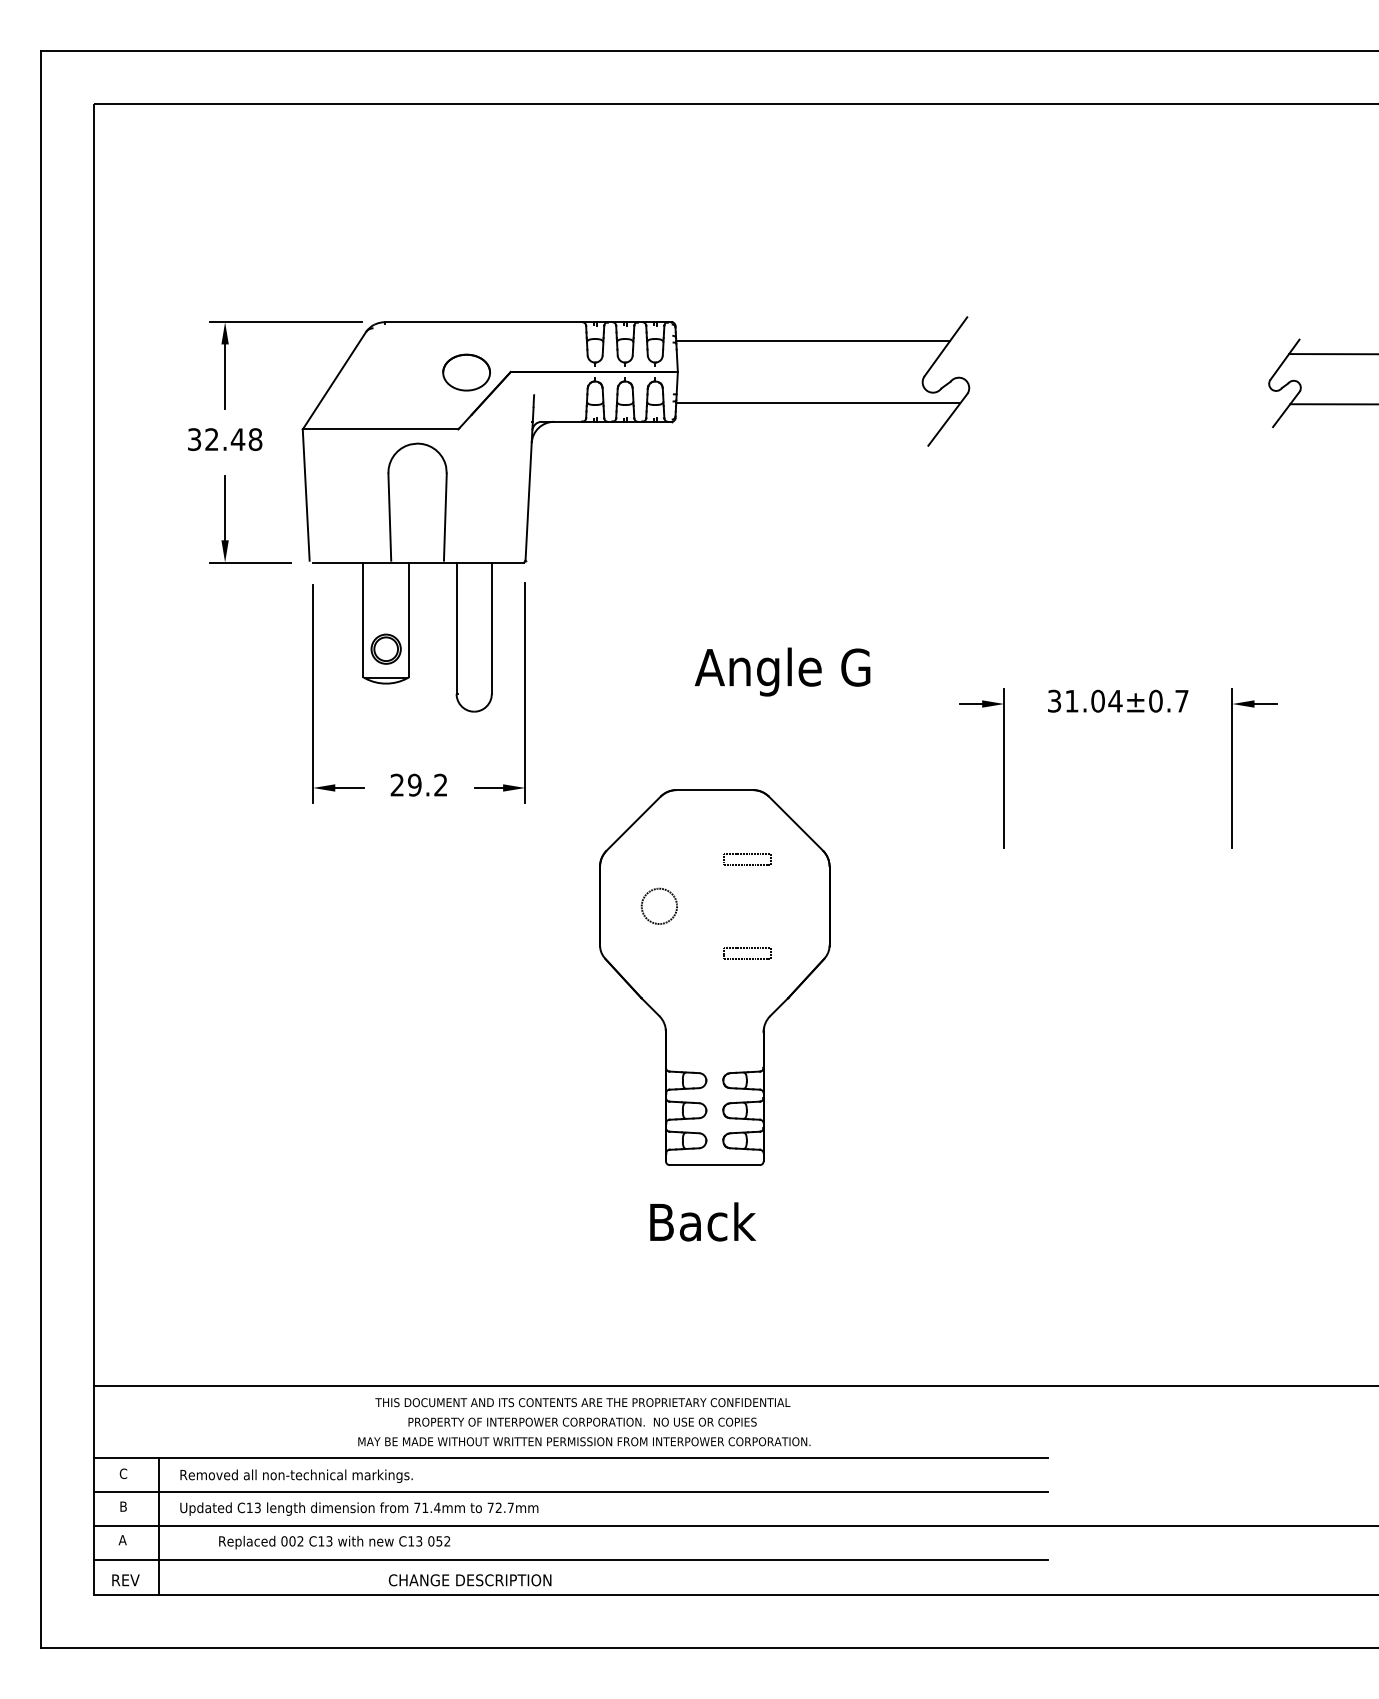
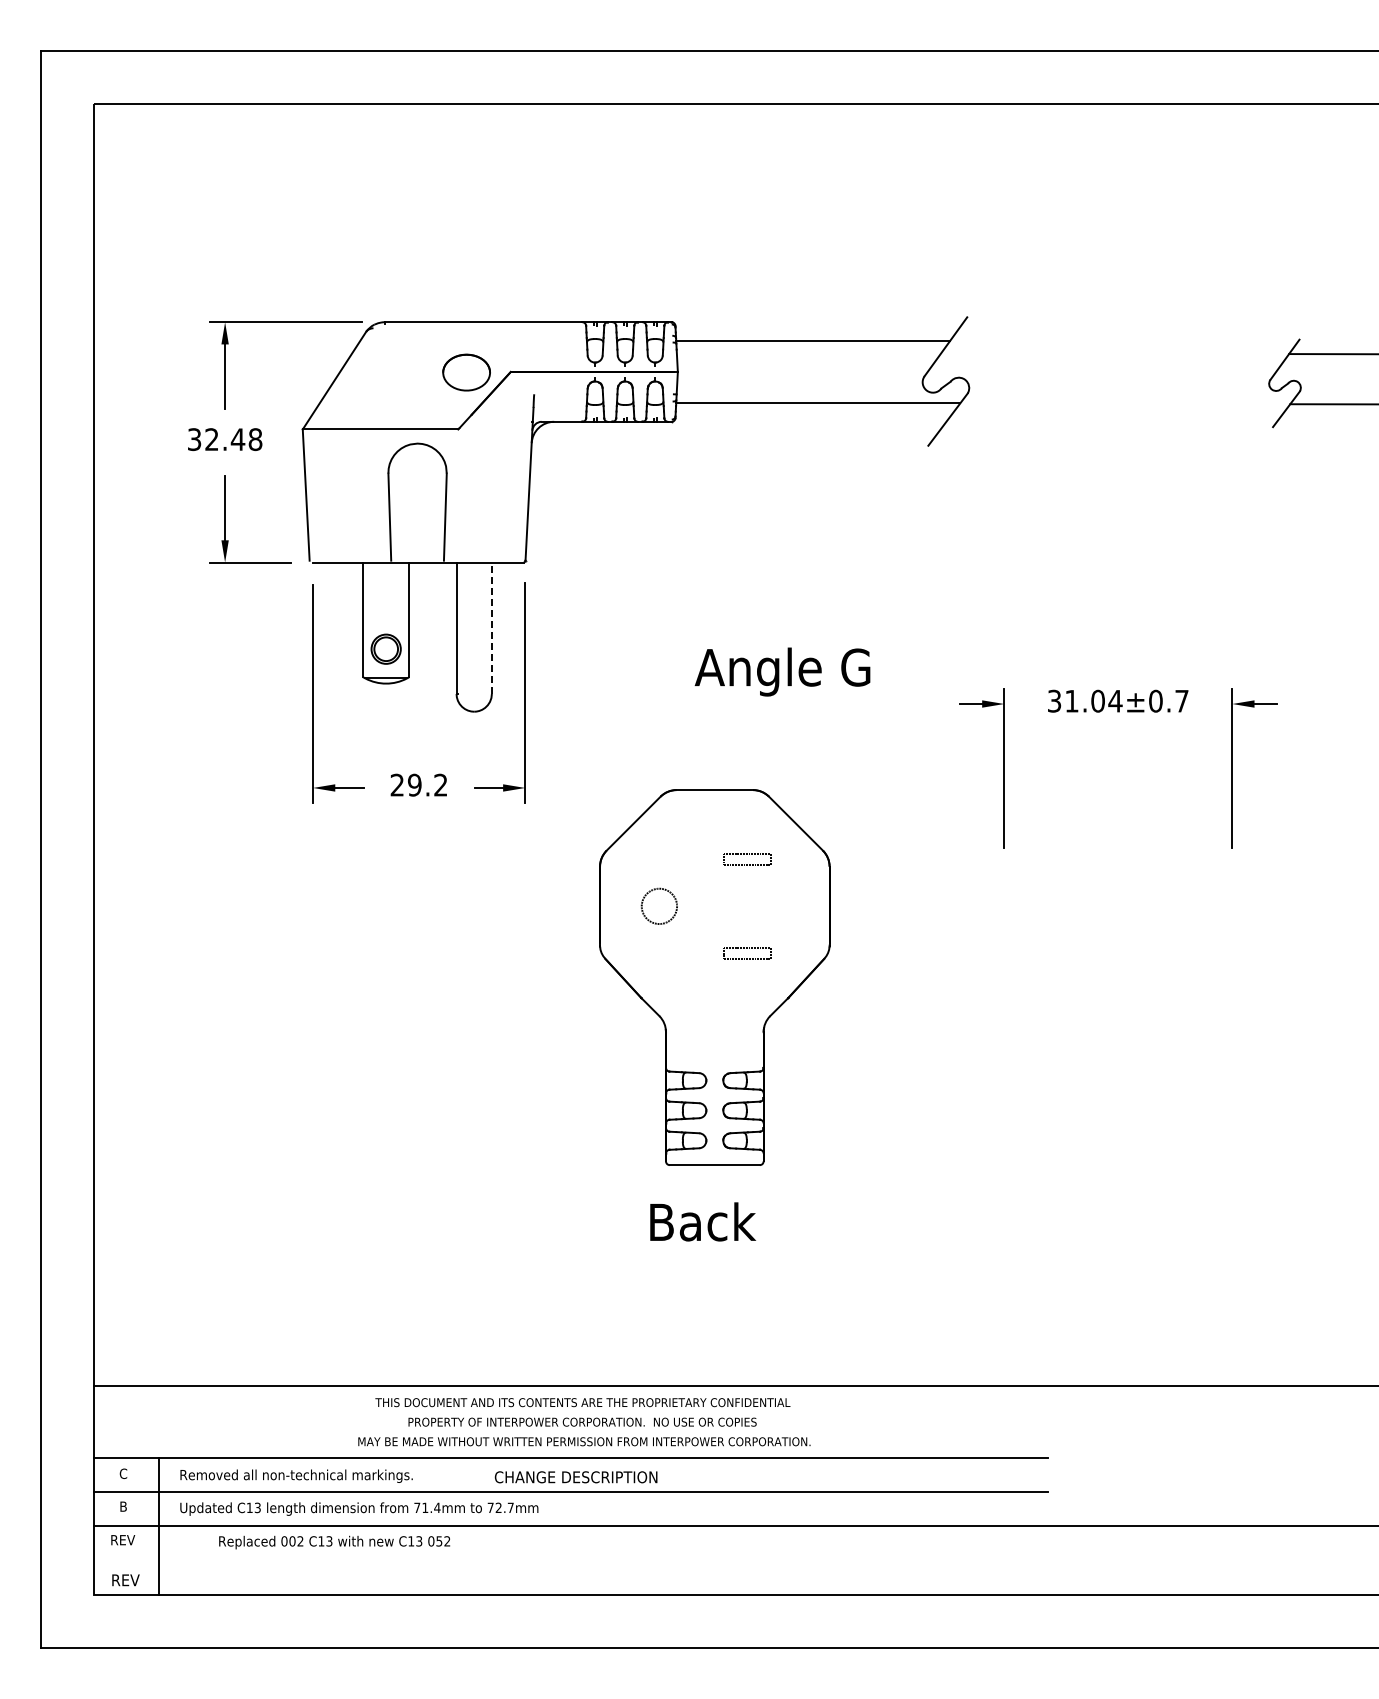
line at (491, 628): solid -> dashed
text at (123, 1540): A -> REV
line at (570, 1559): present -> none
text at (469, 1580) position: (469, 1580) -> (575, 1477)
